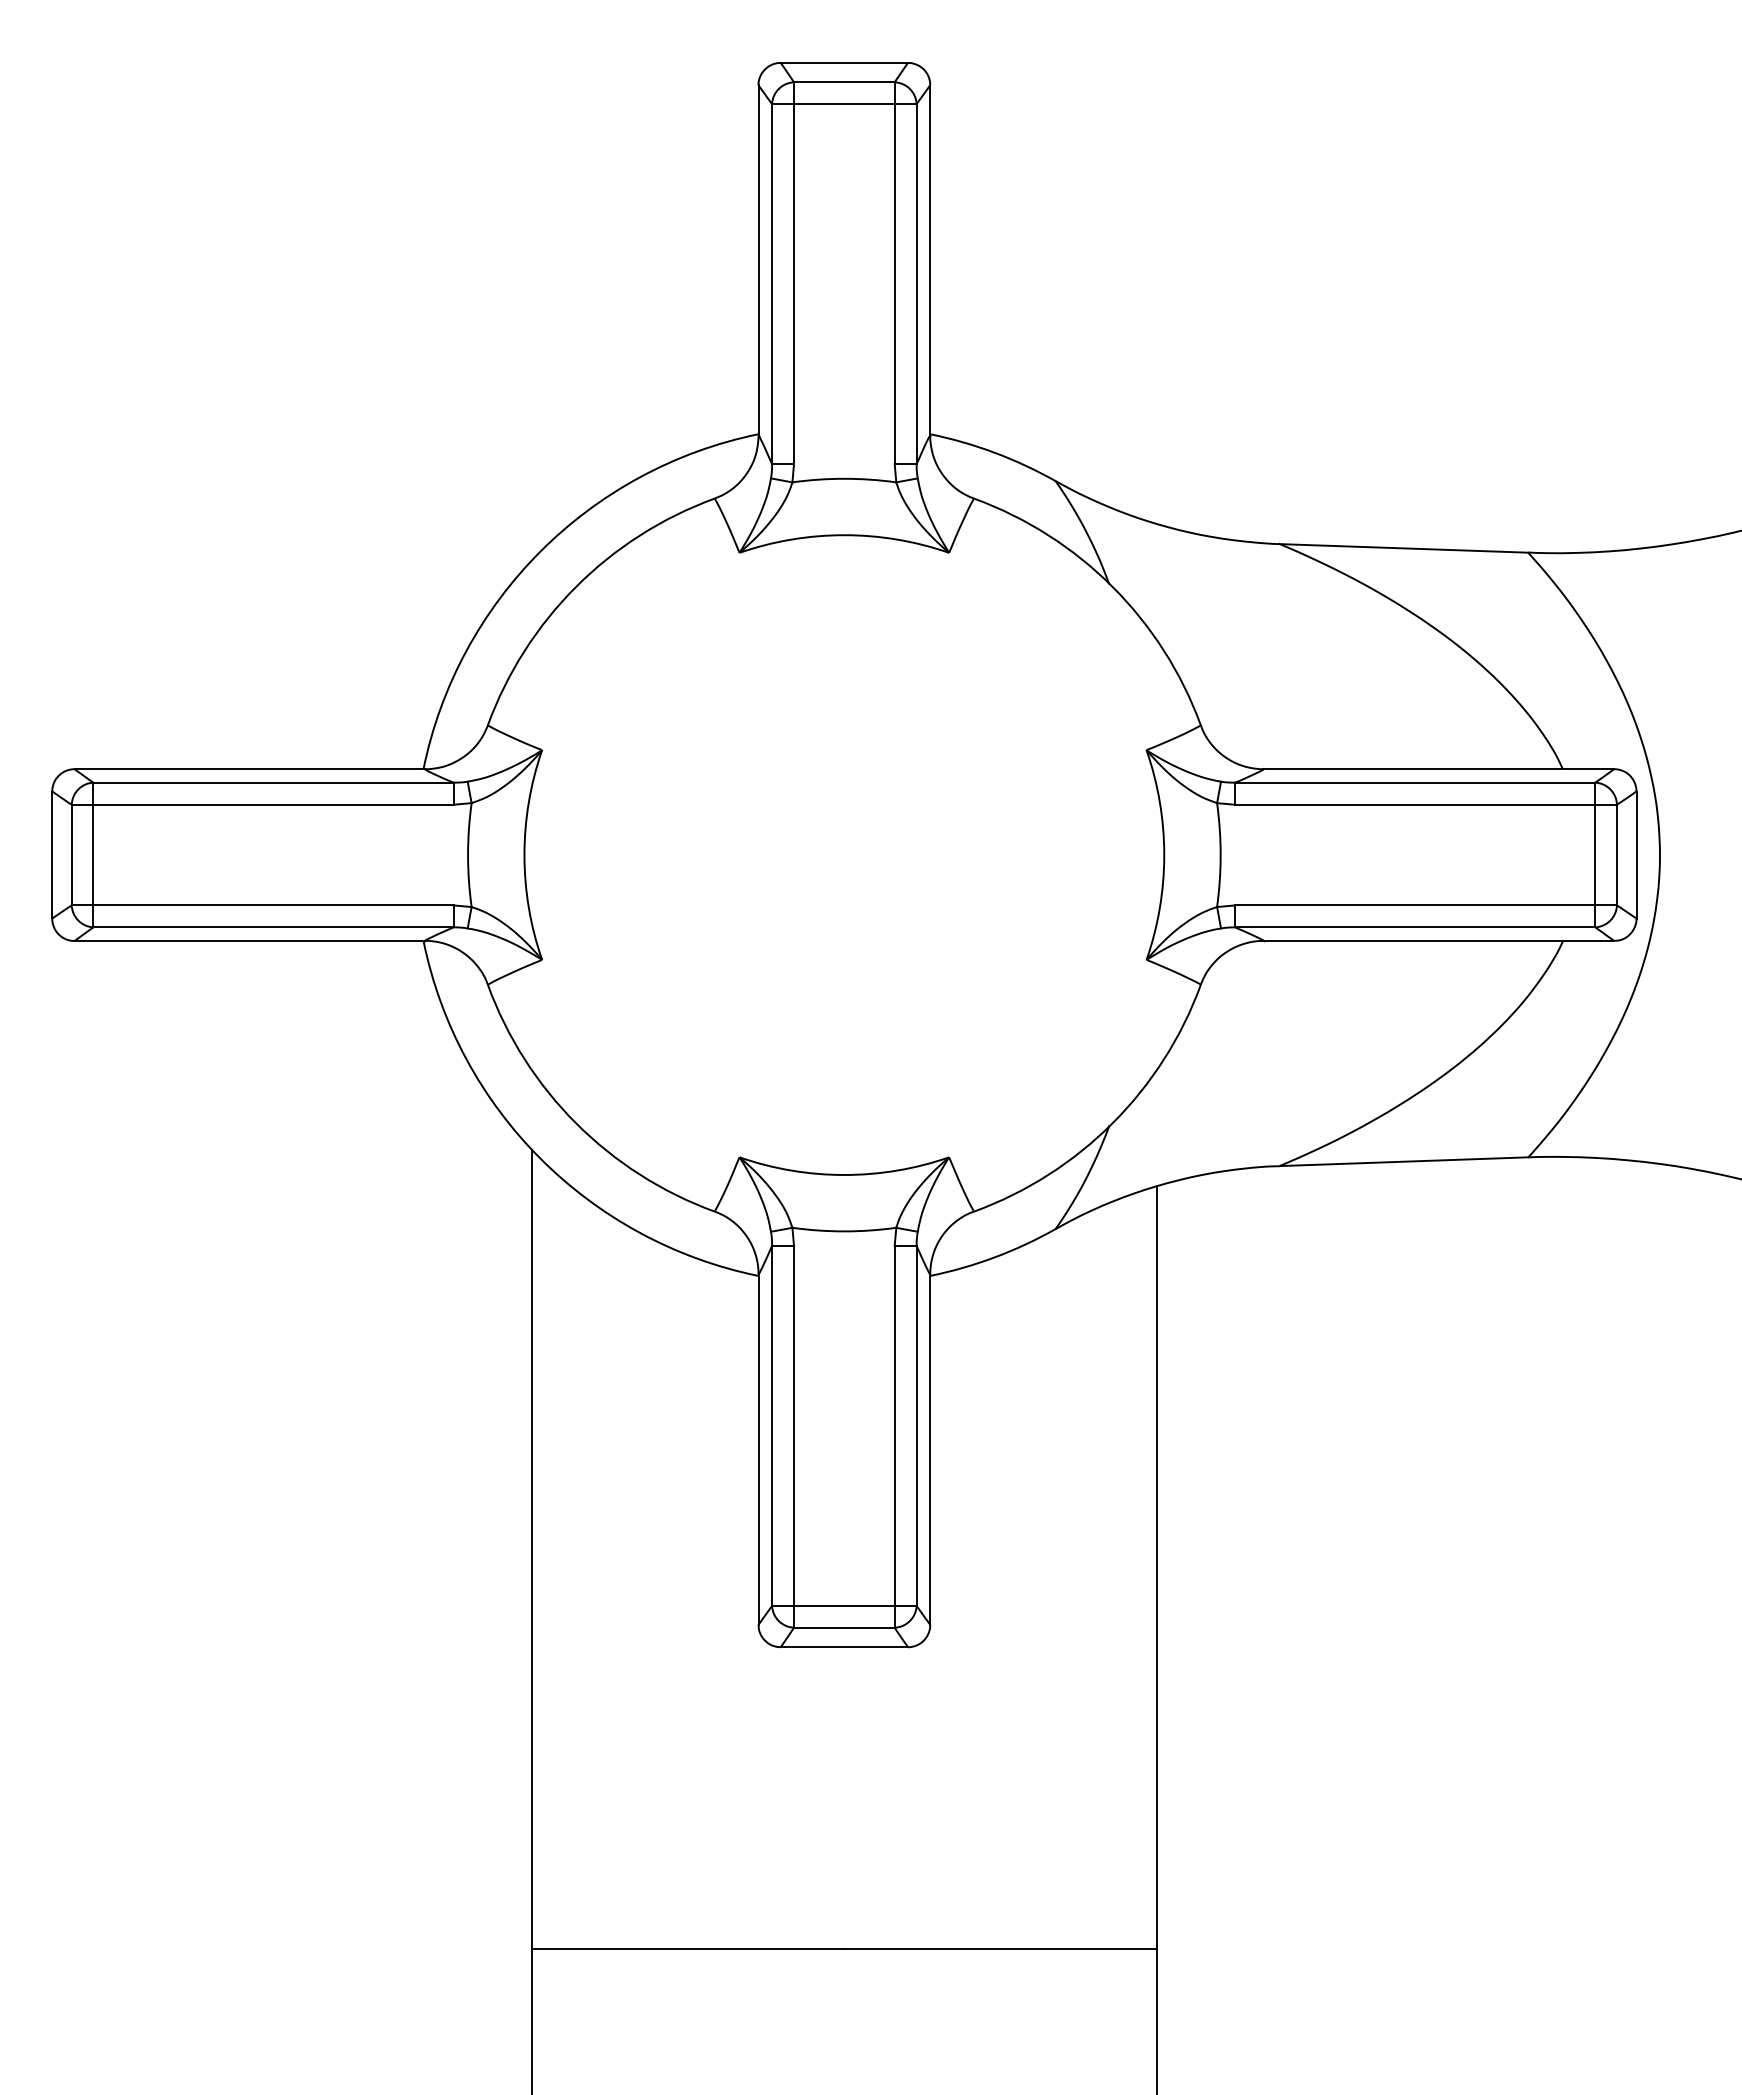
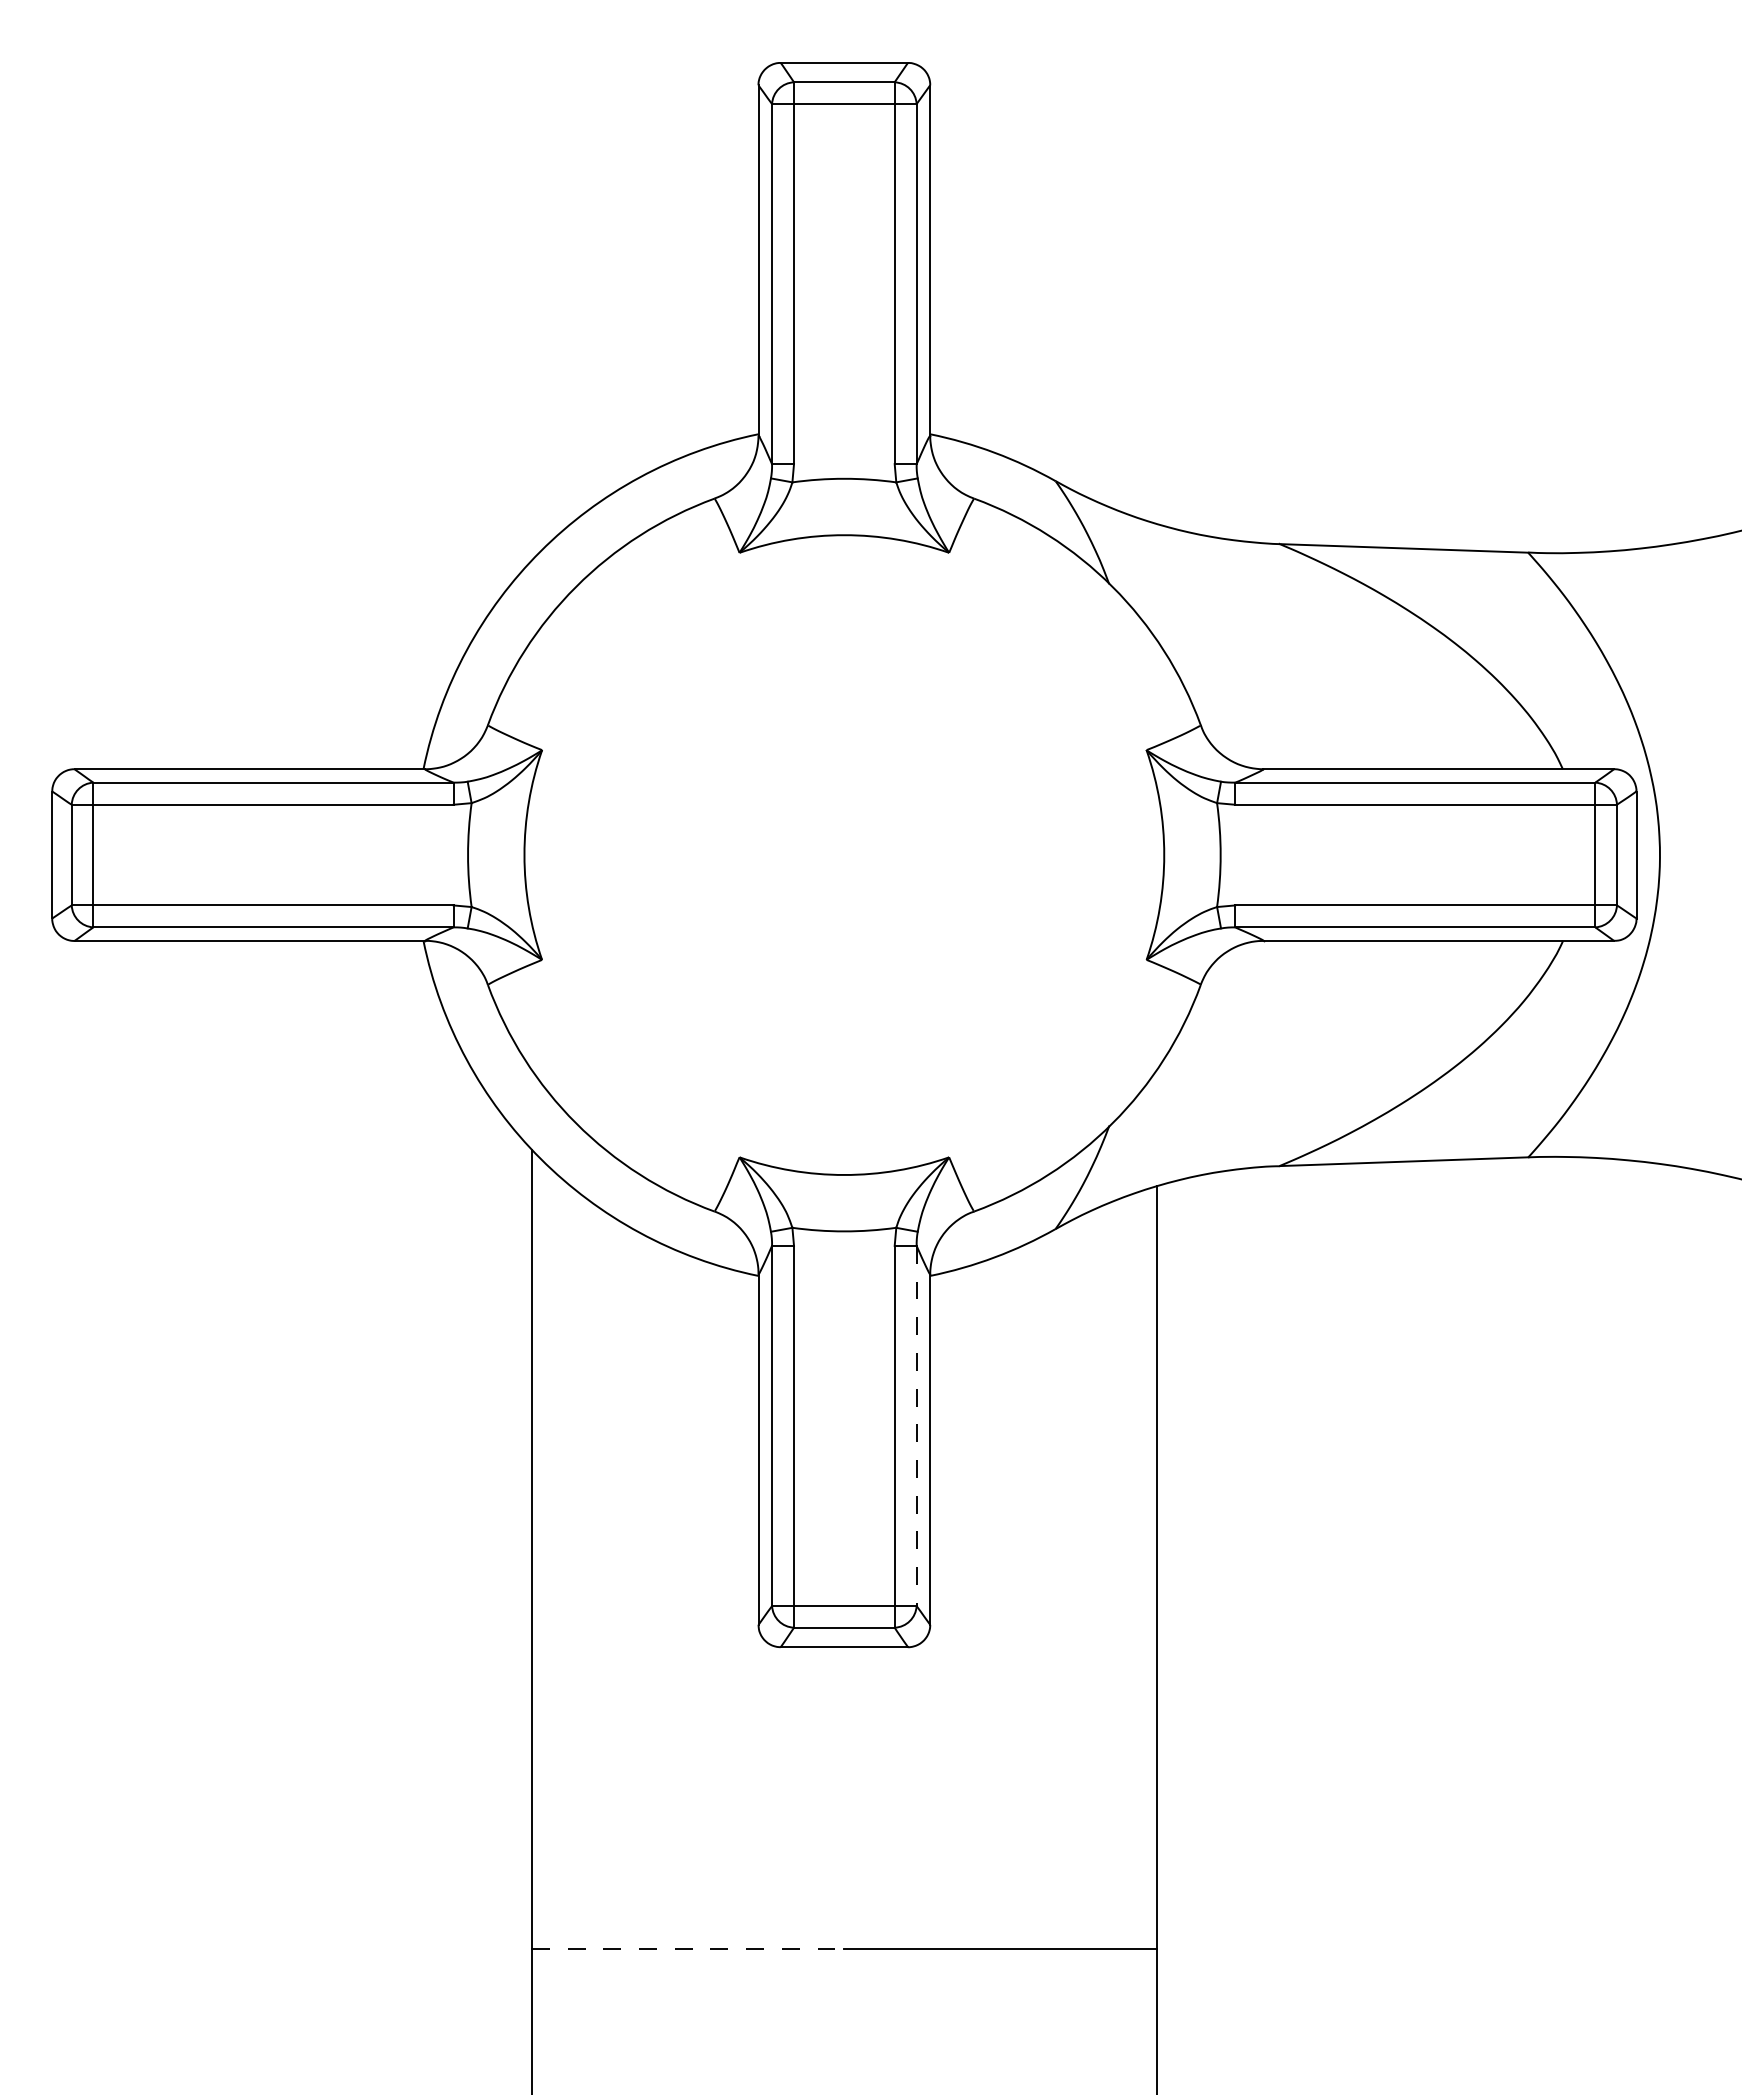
line at (916, 1426): solid -> dashed
line at (688, 1948): solid -> dashed
